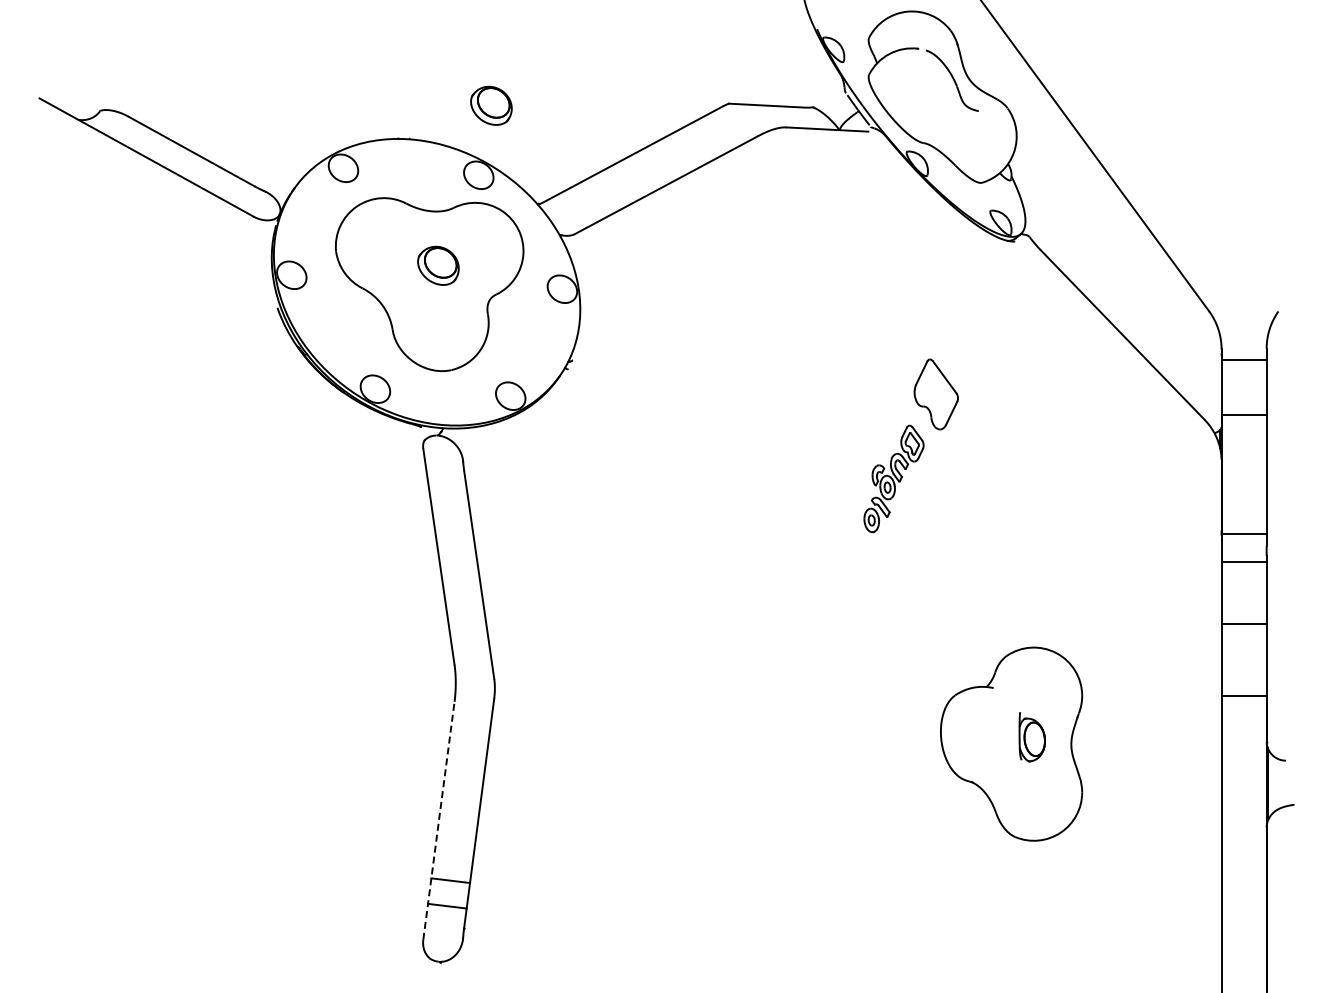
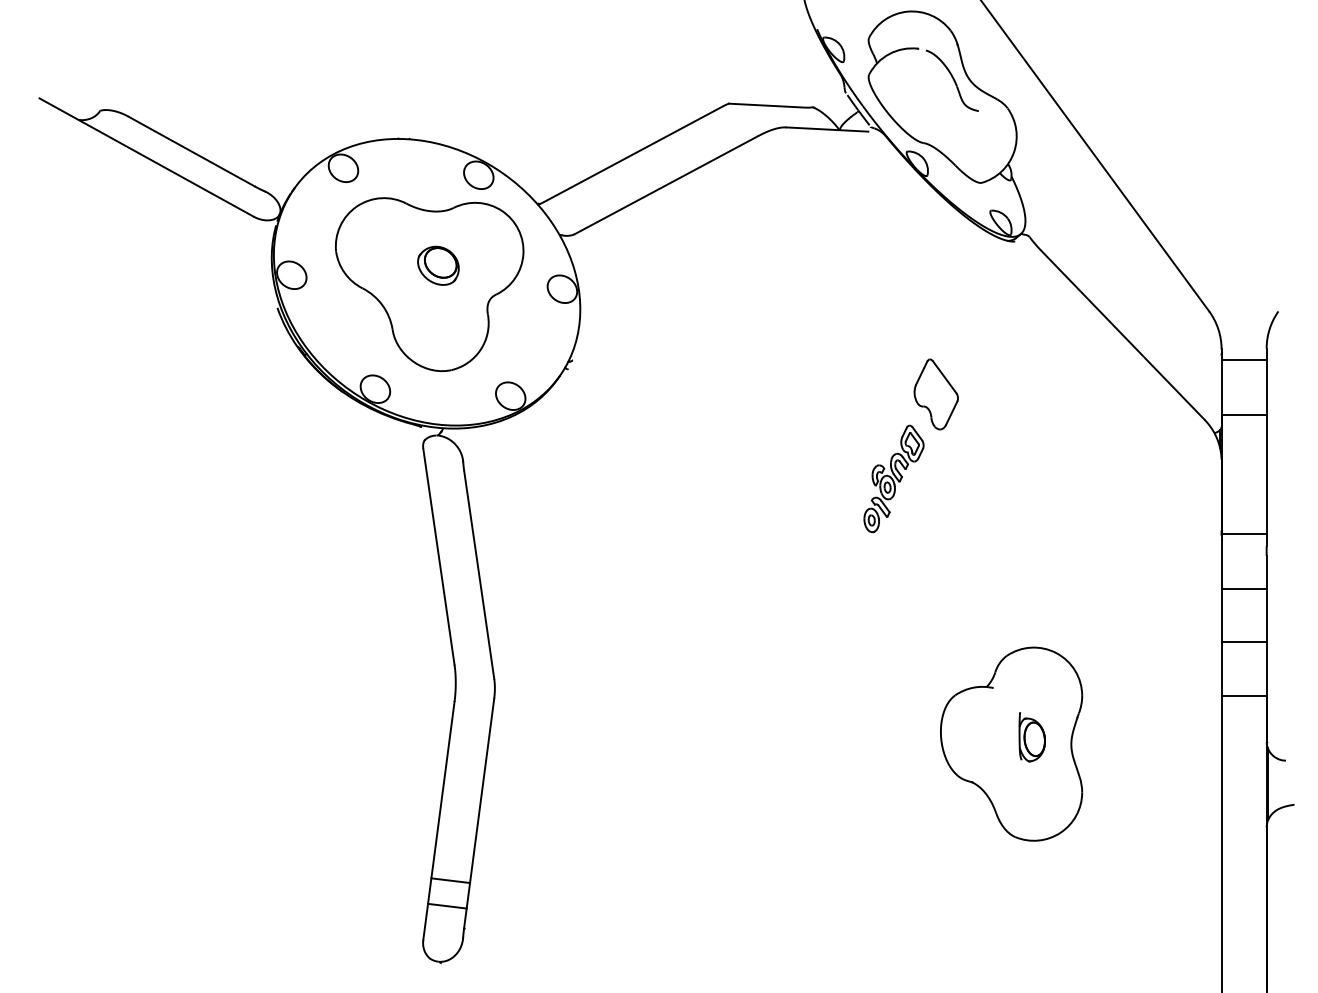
part at (491, 105): present -> none
line at (1243, 561) position: (1243, 561) -> (1243, 588)
line at (1243, 623) position: (1243, 623) -> (1243, 641)
line at (439, 820): dashed -> solid
